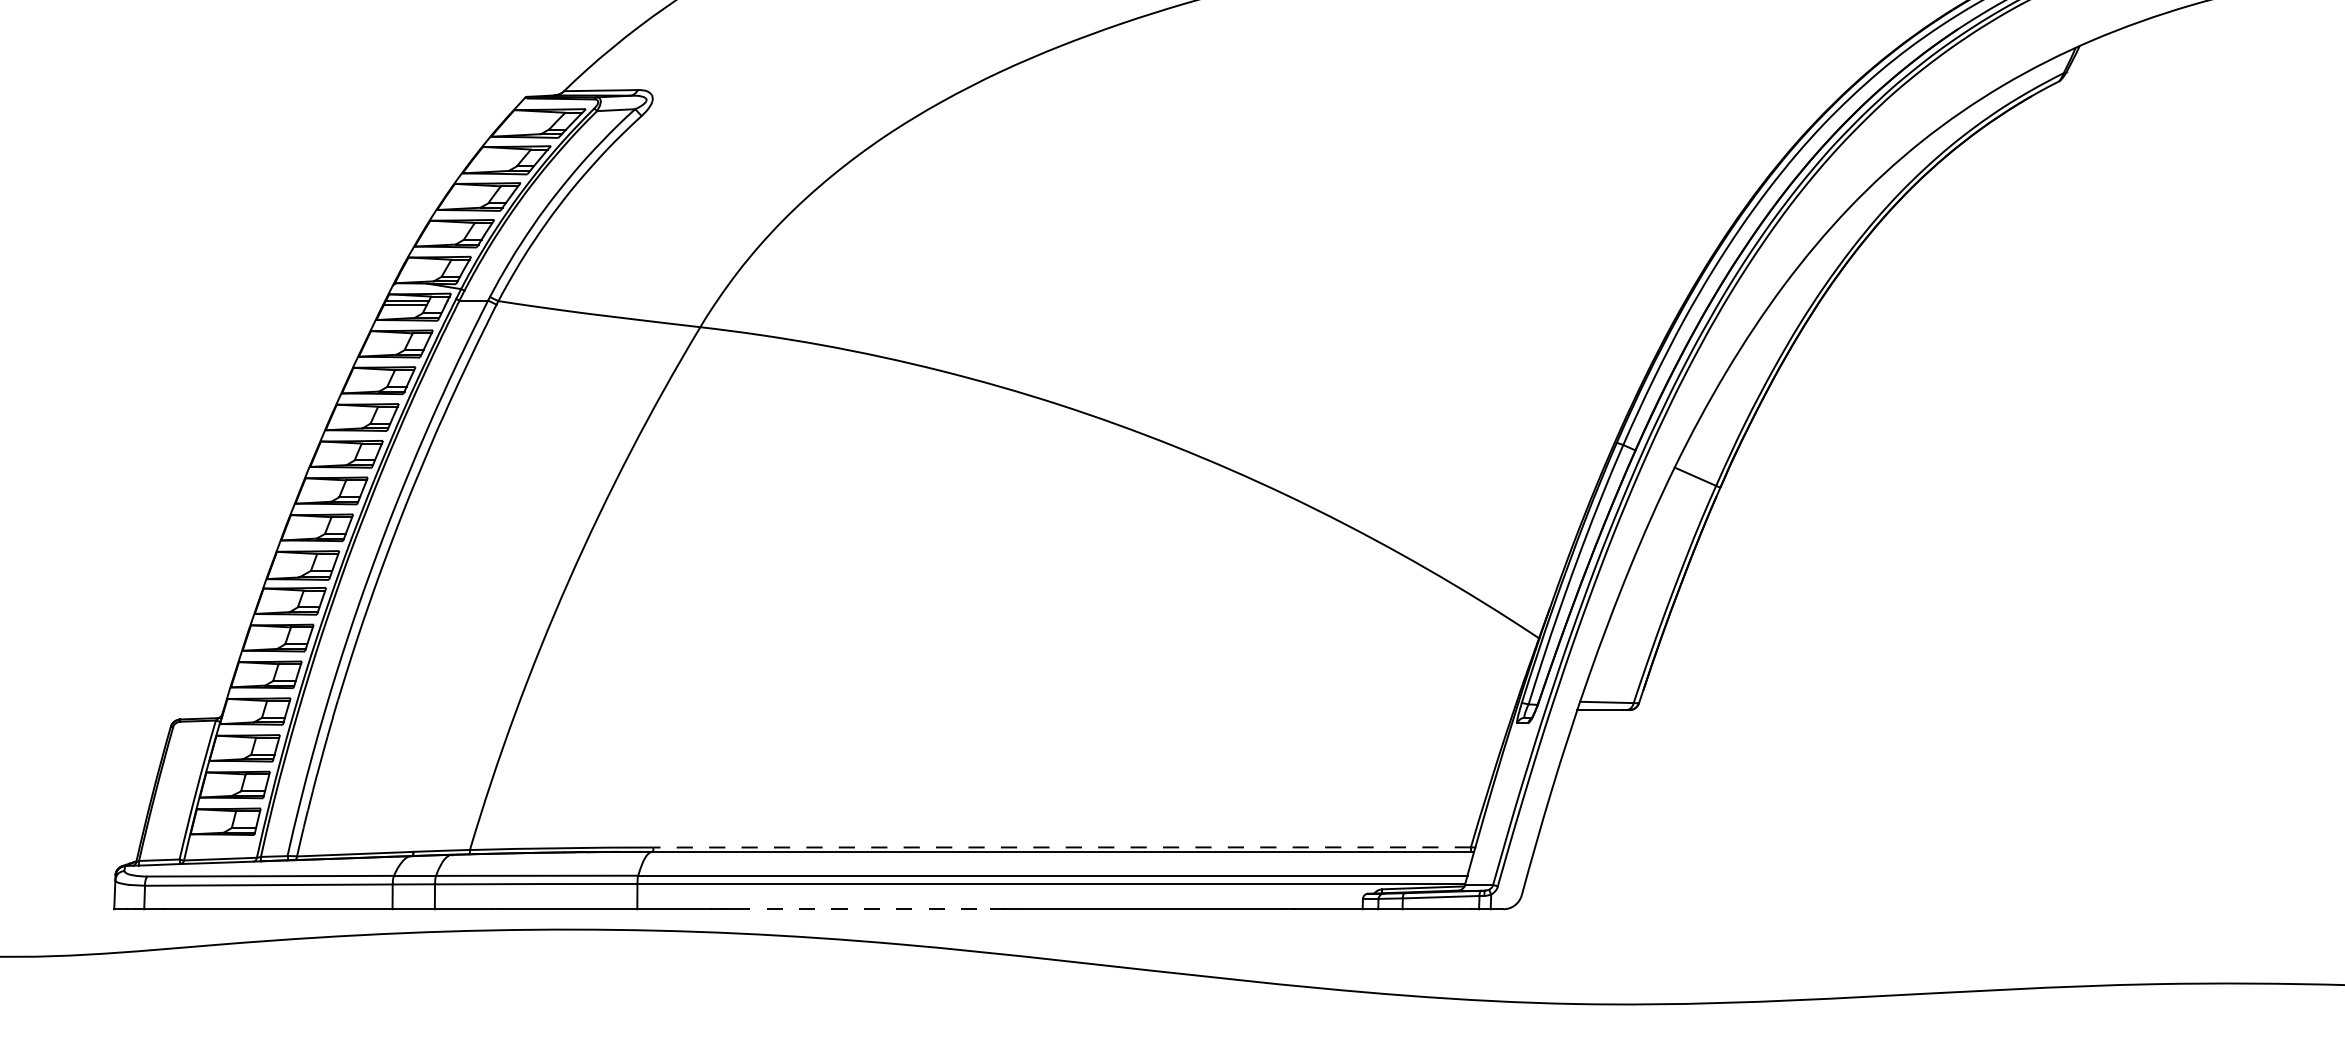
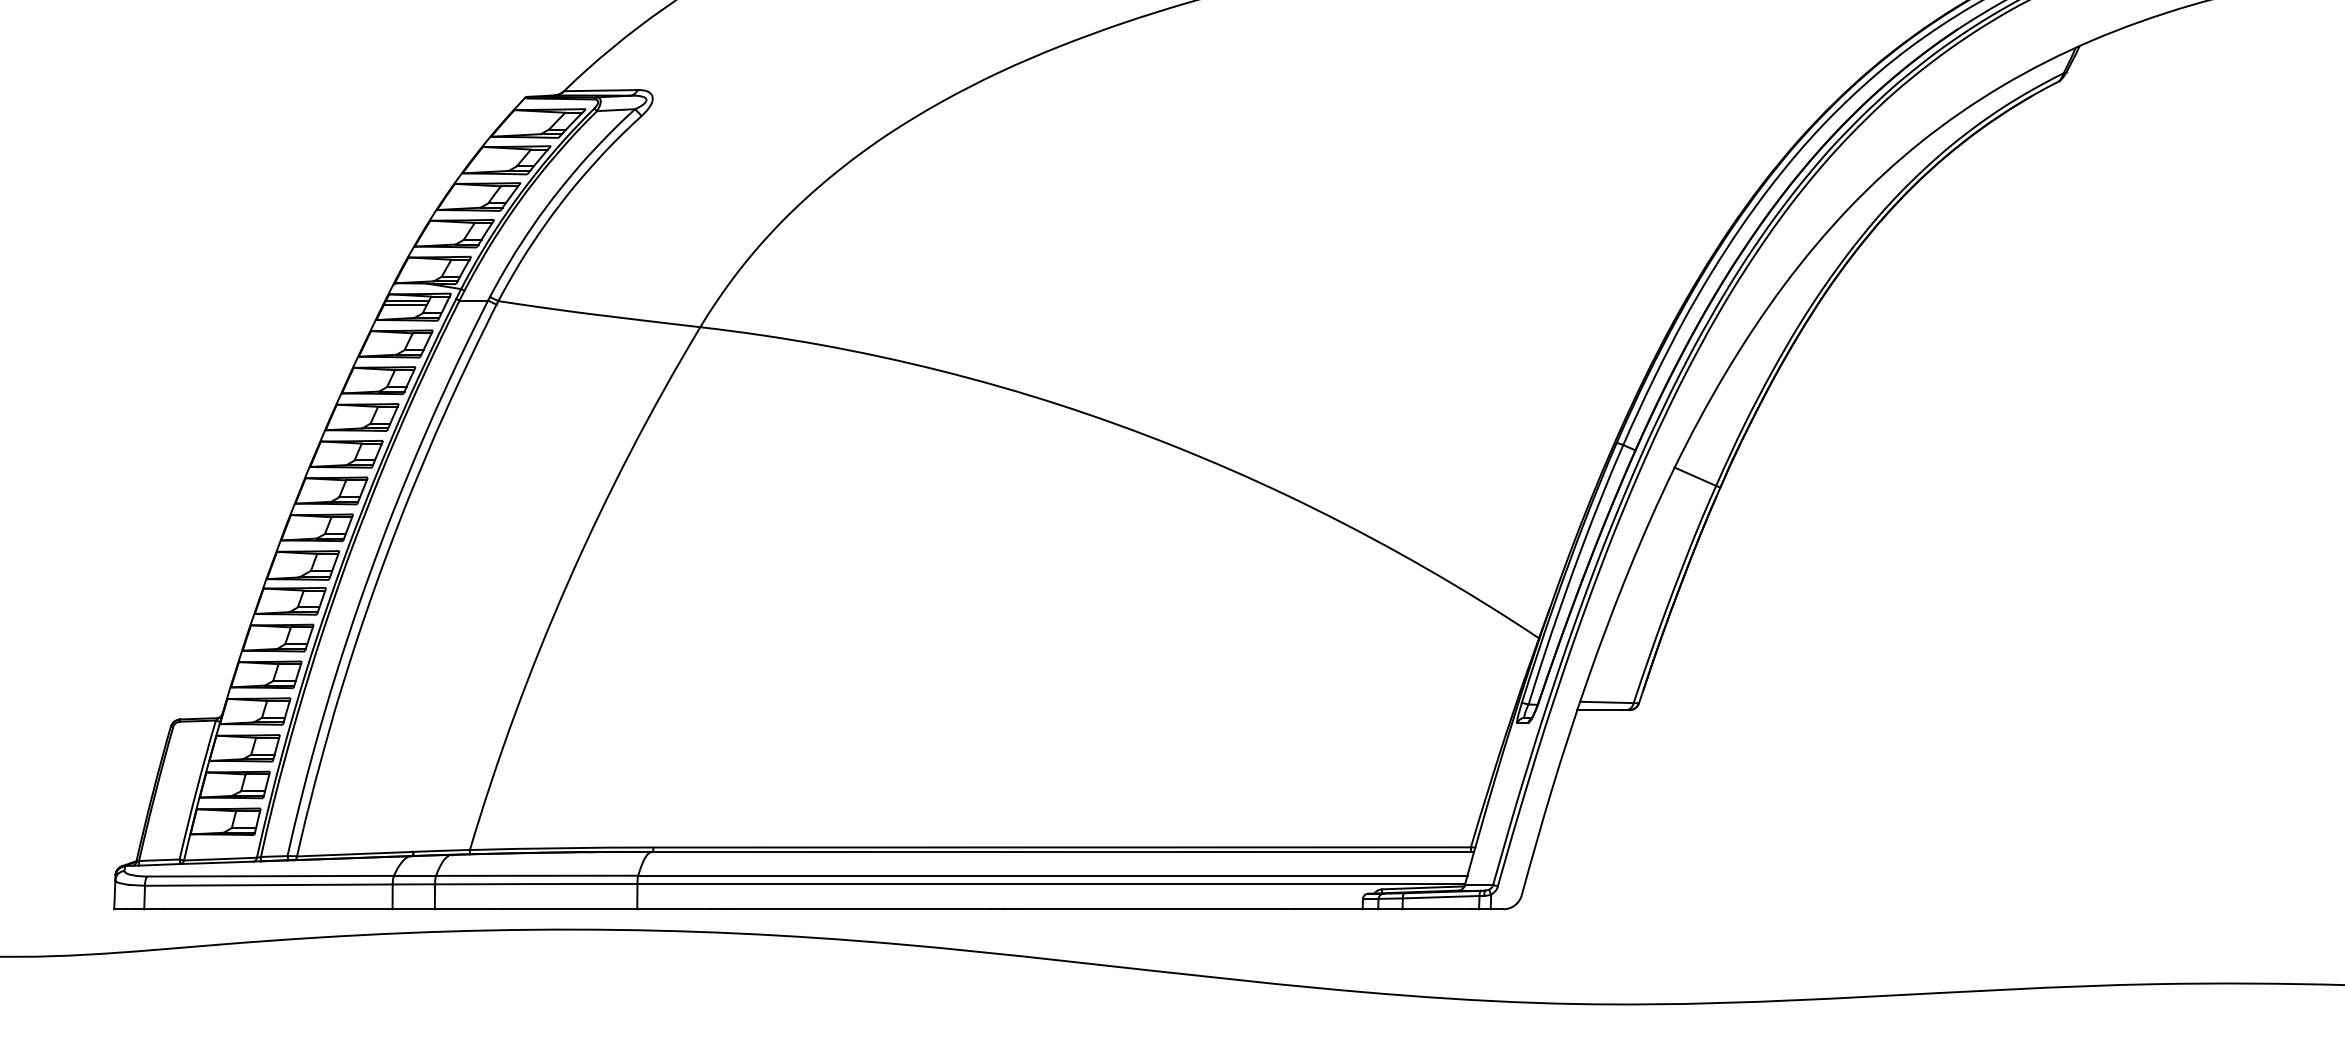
line at (1062, 847): dashed -> solid
line at (862, 909): dashed -> solid
